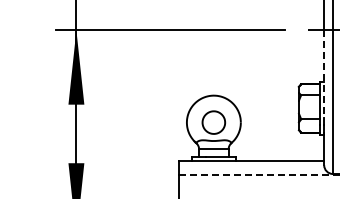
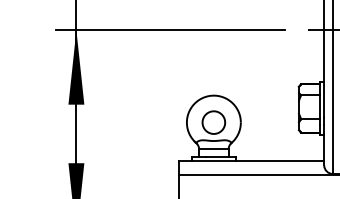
line at (324, 74): dashed -> solid
line at (259, 174): dashed -> solid
